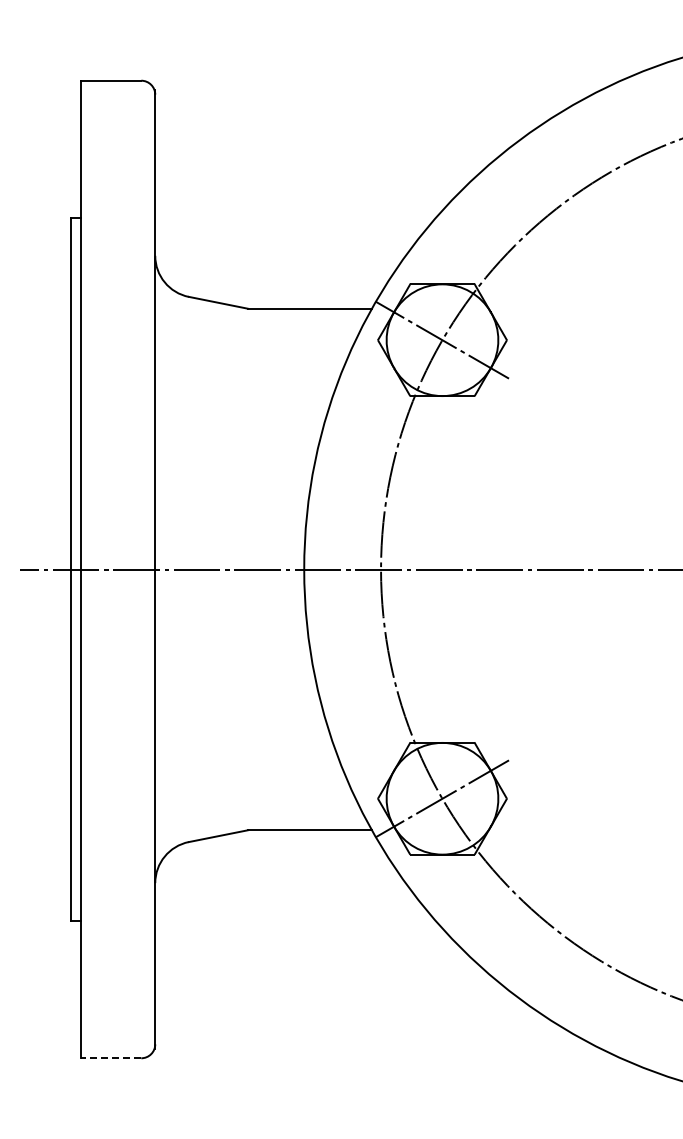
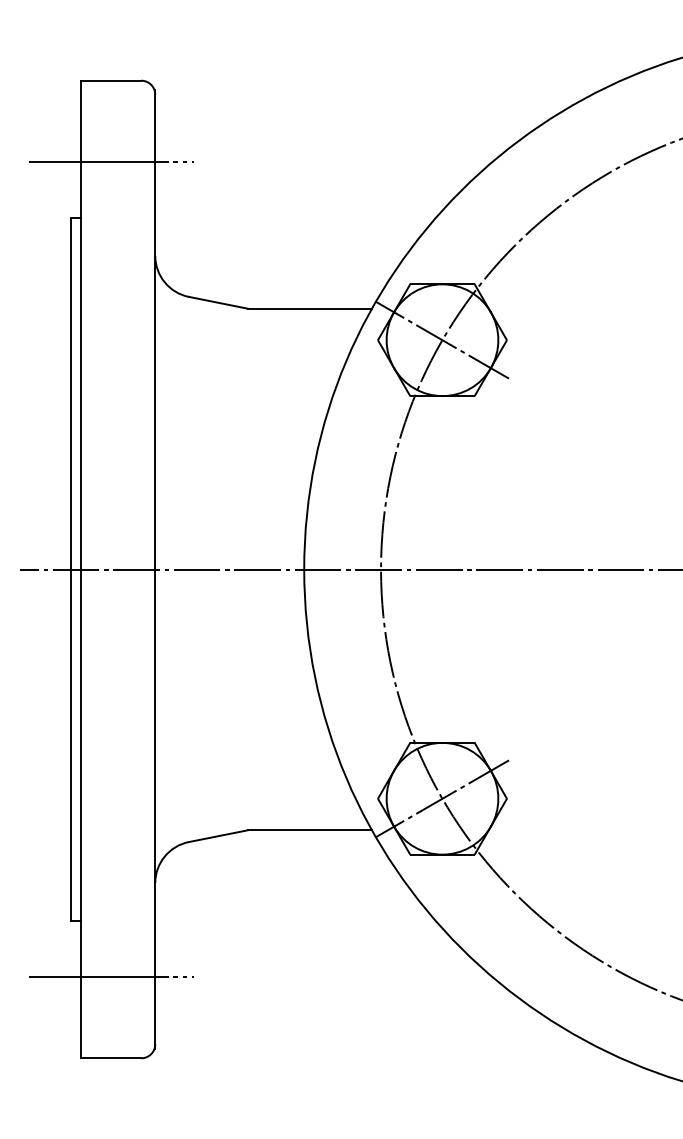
line at (111, 162): none -> present
line at (111, 976): none -> present
line at (110, 1058): dashed -> solid
